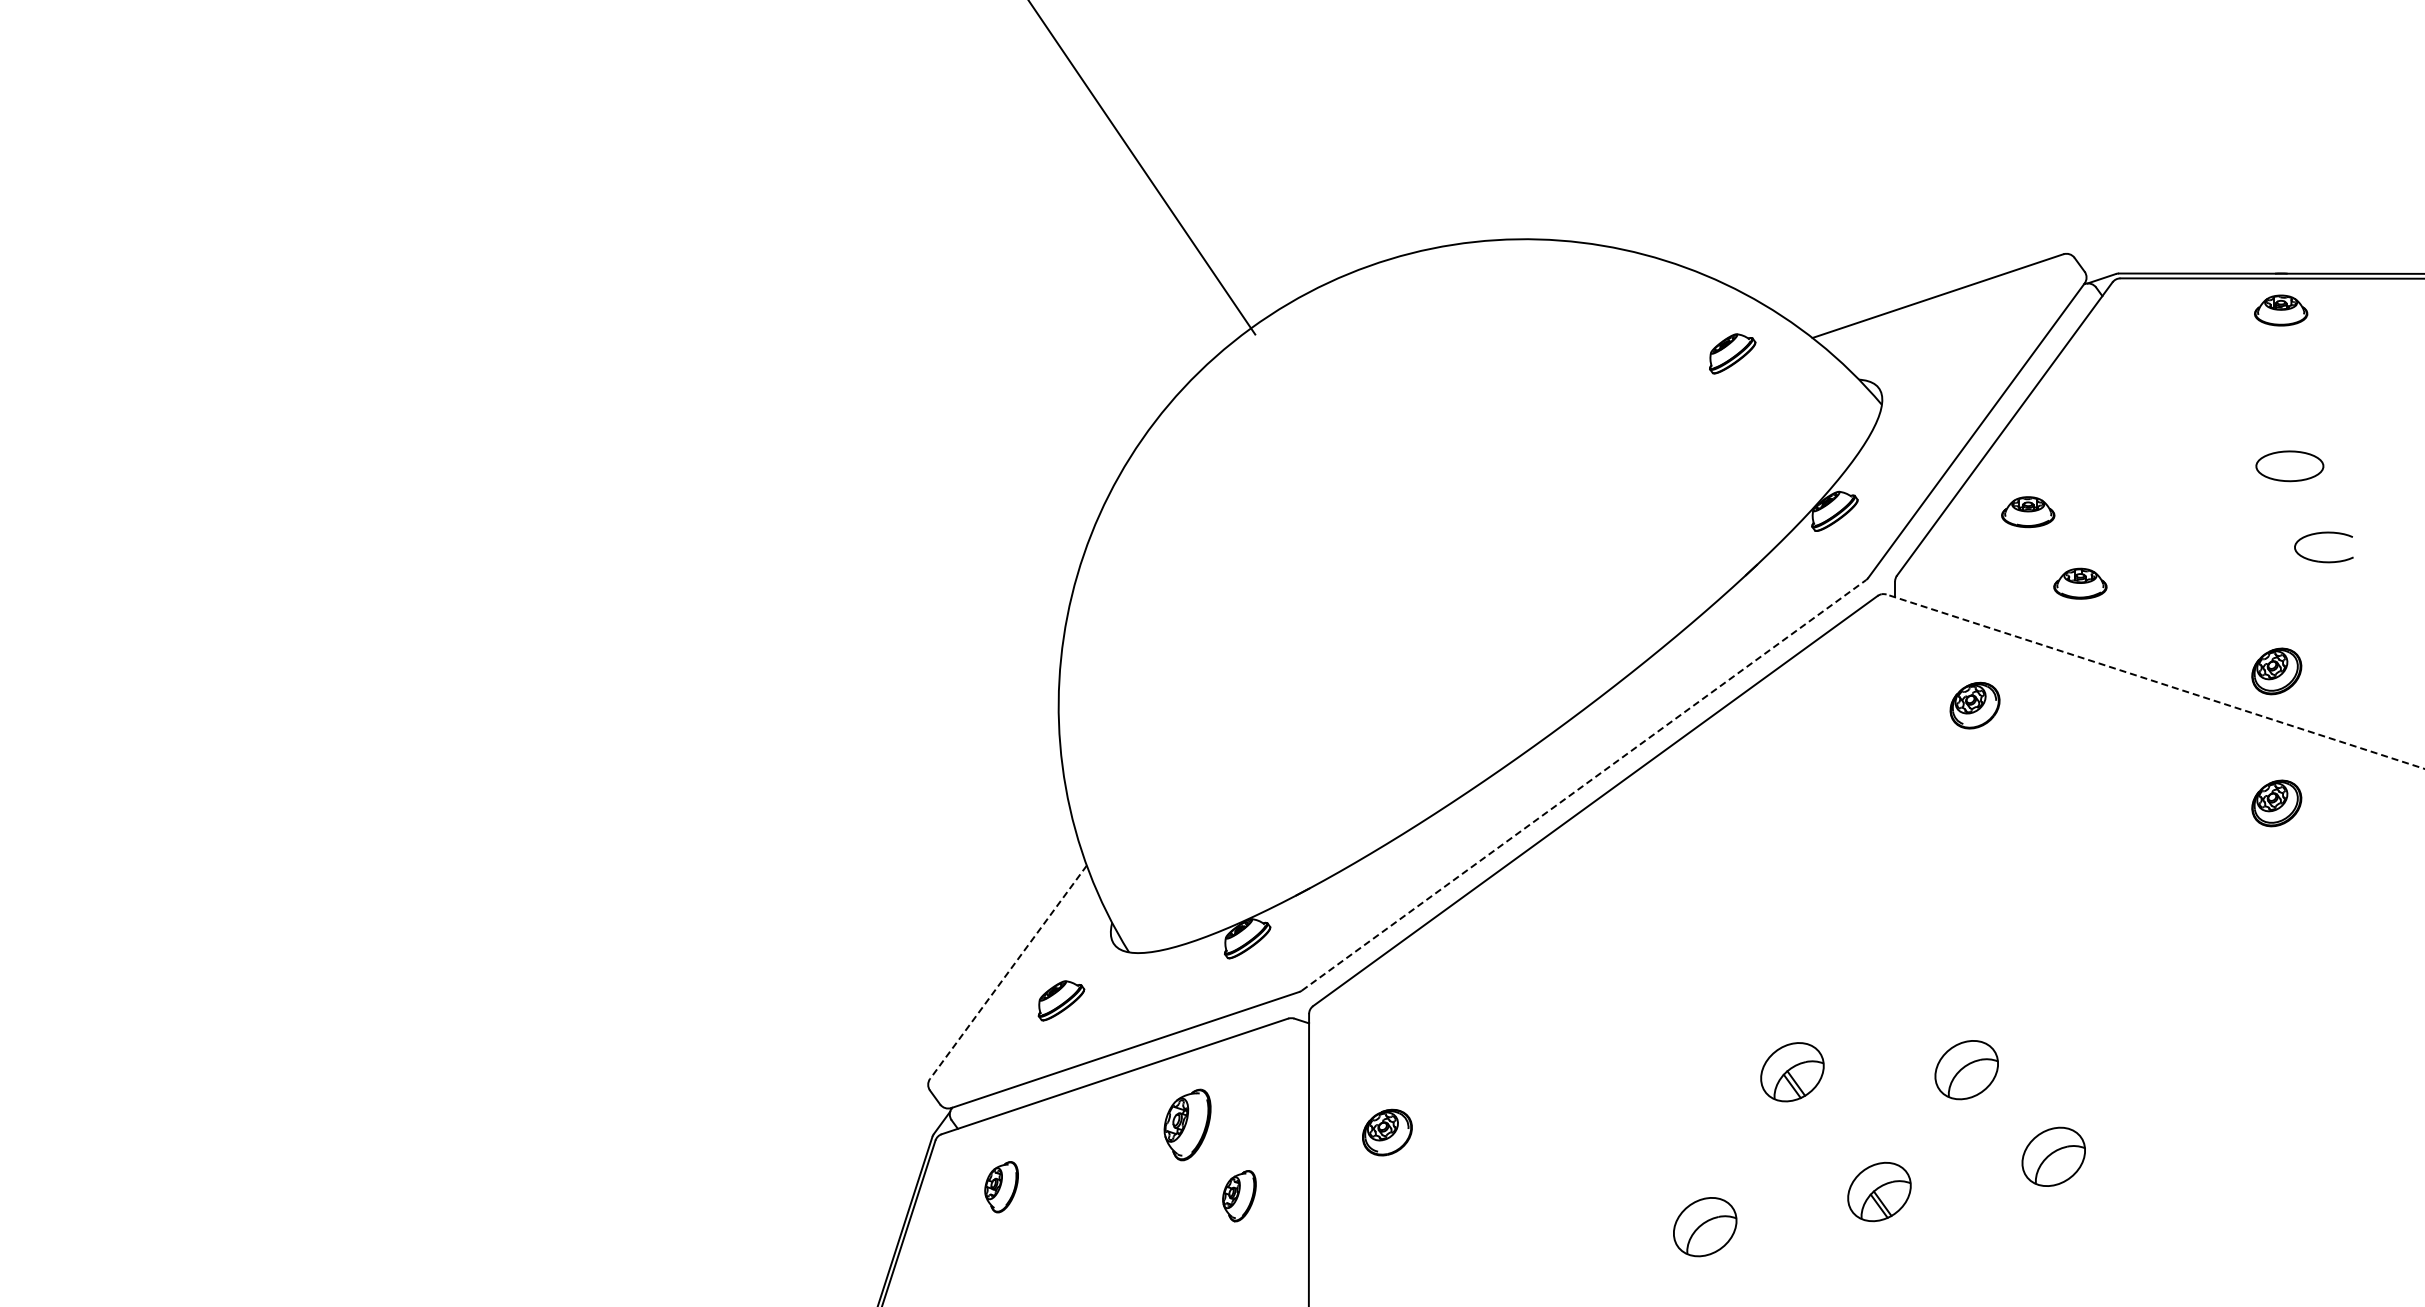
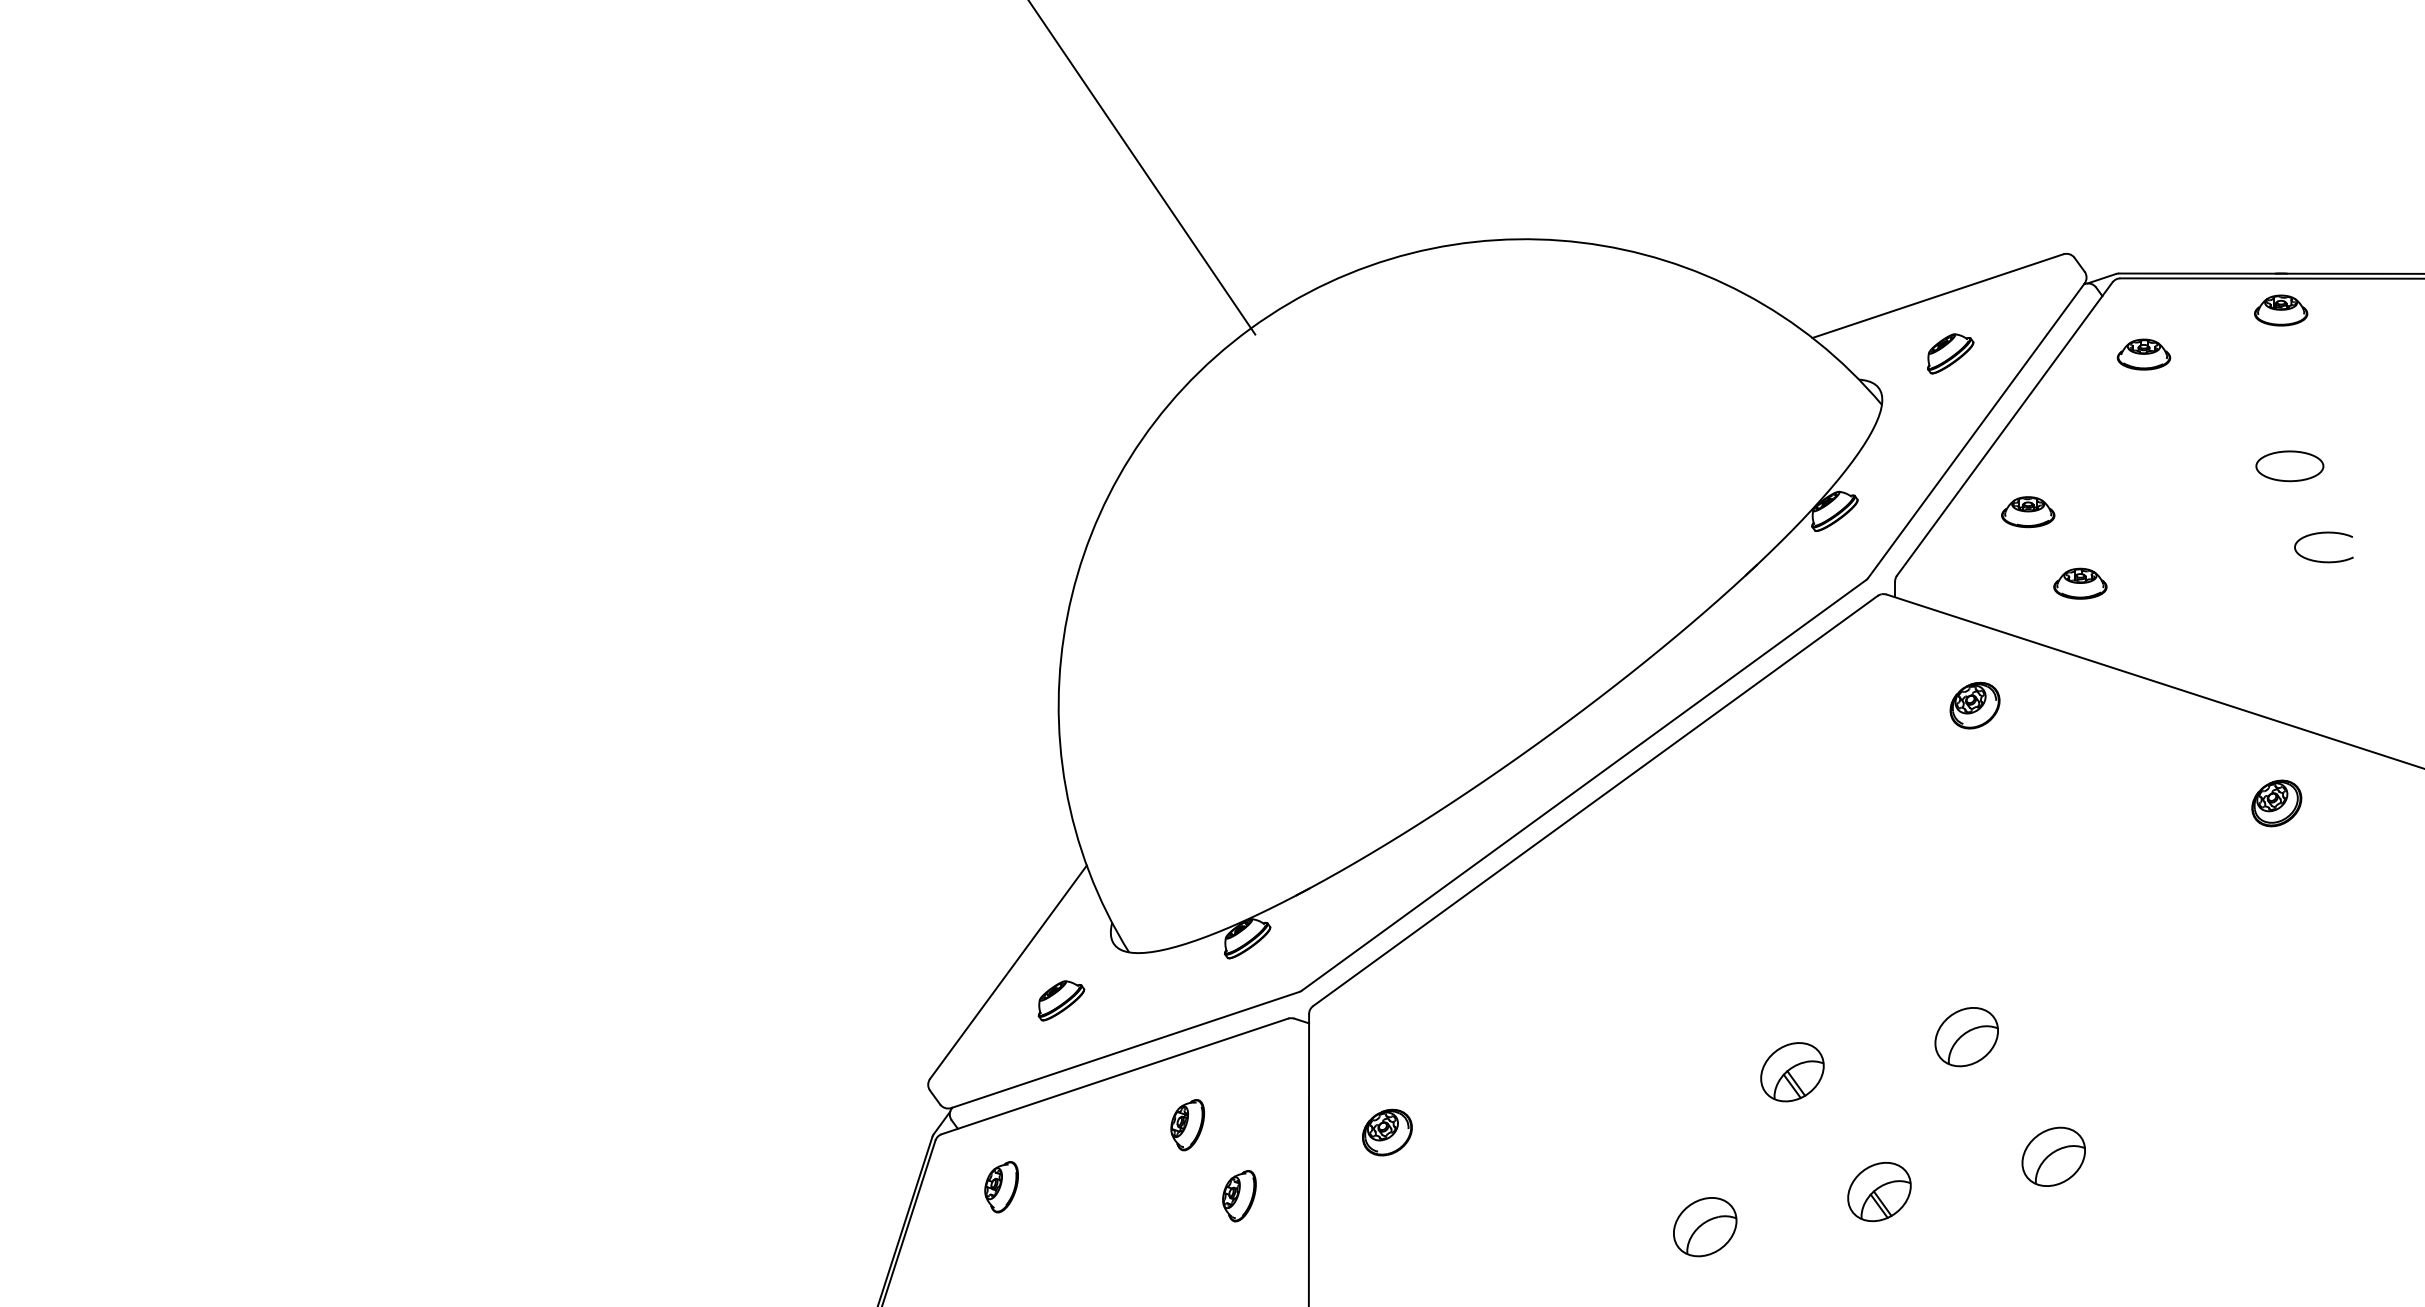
part at (1732, 353) position: (1732, 353) -> (1950, 353)
part at (2143, 354): none -> present
part at (2276, 671): present -> none
line at (2155, 681): dashed -> solid
line at (1584, 785): dashed -> solid
line at (1008, 972): dashed -> solid
part at (1966, 1070) position: (1966, 1070) -> (1966, 1037)
part at (1187, 1124) size: 49x74 px -> 36x53 px
